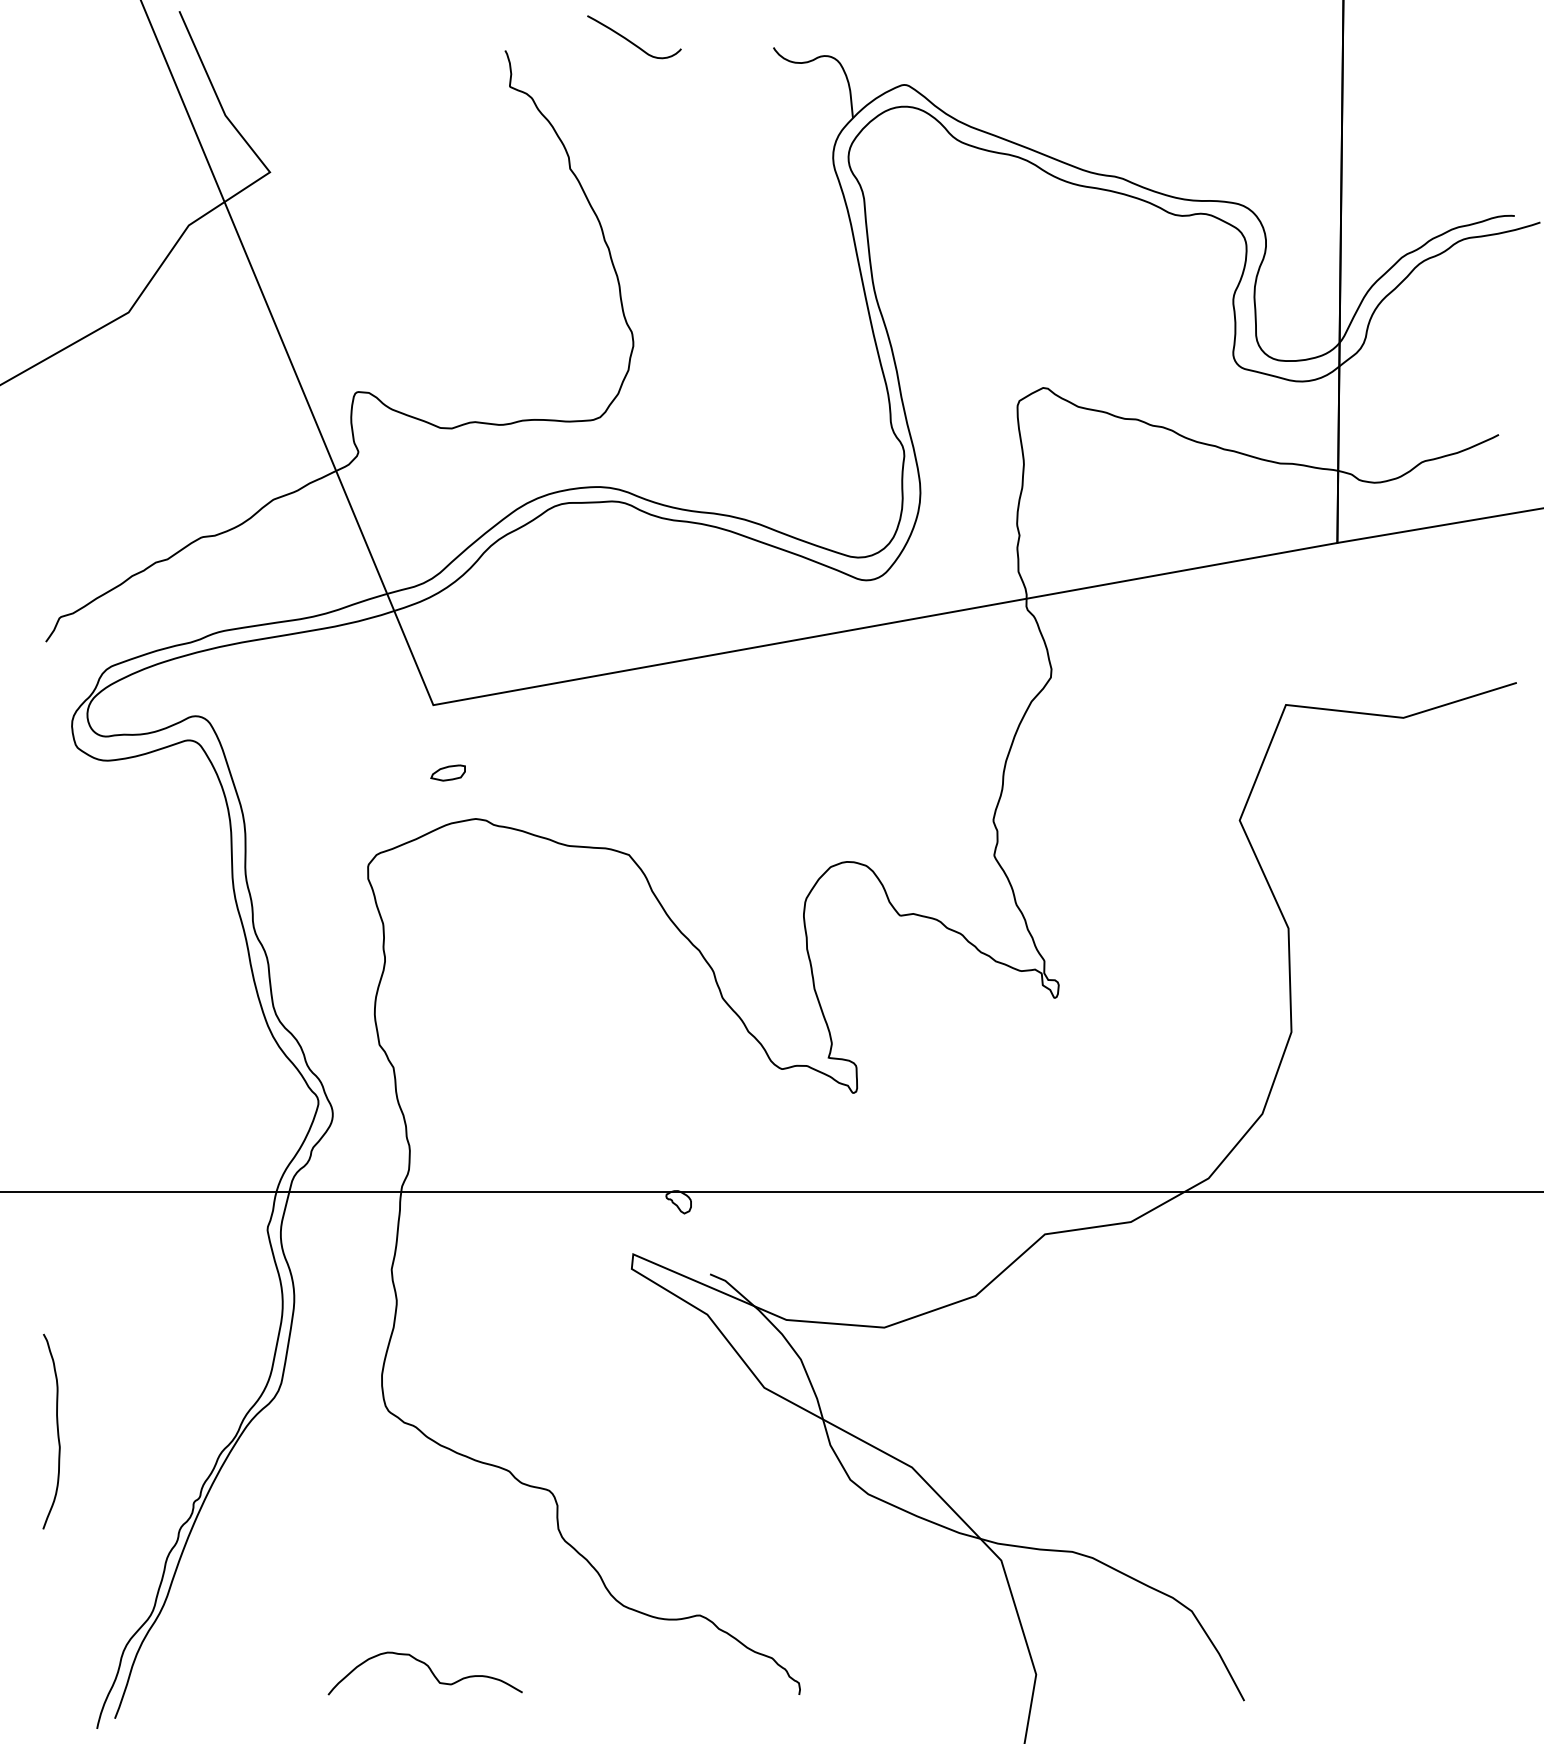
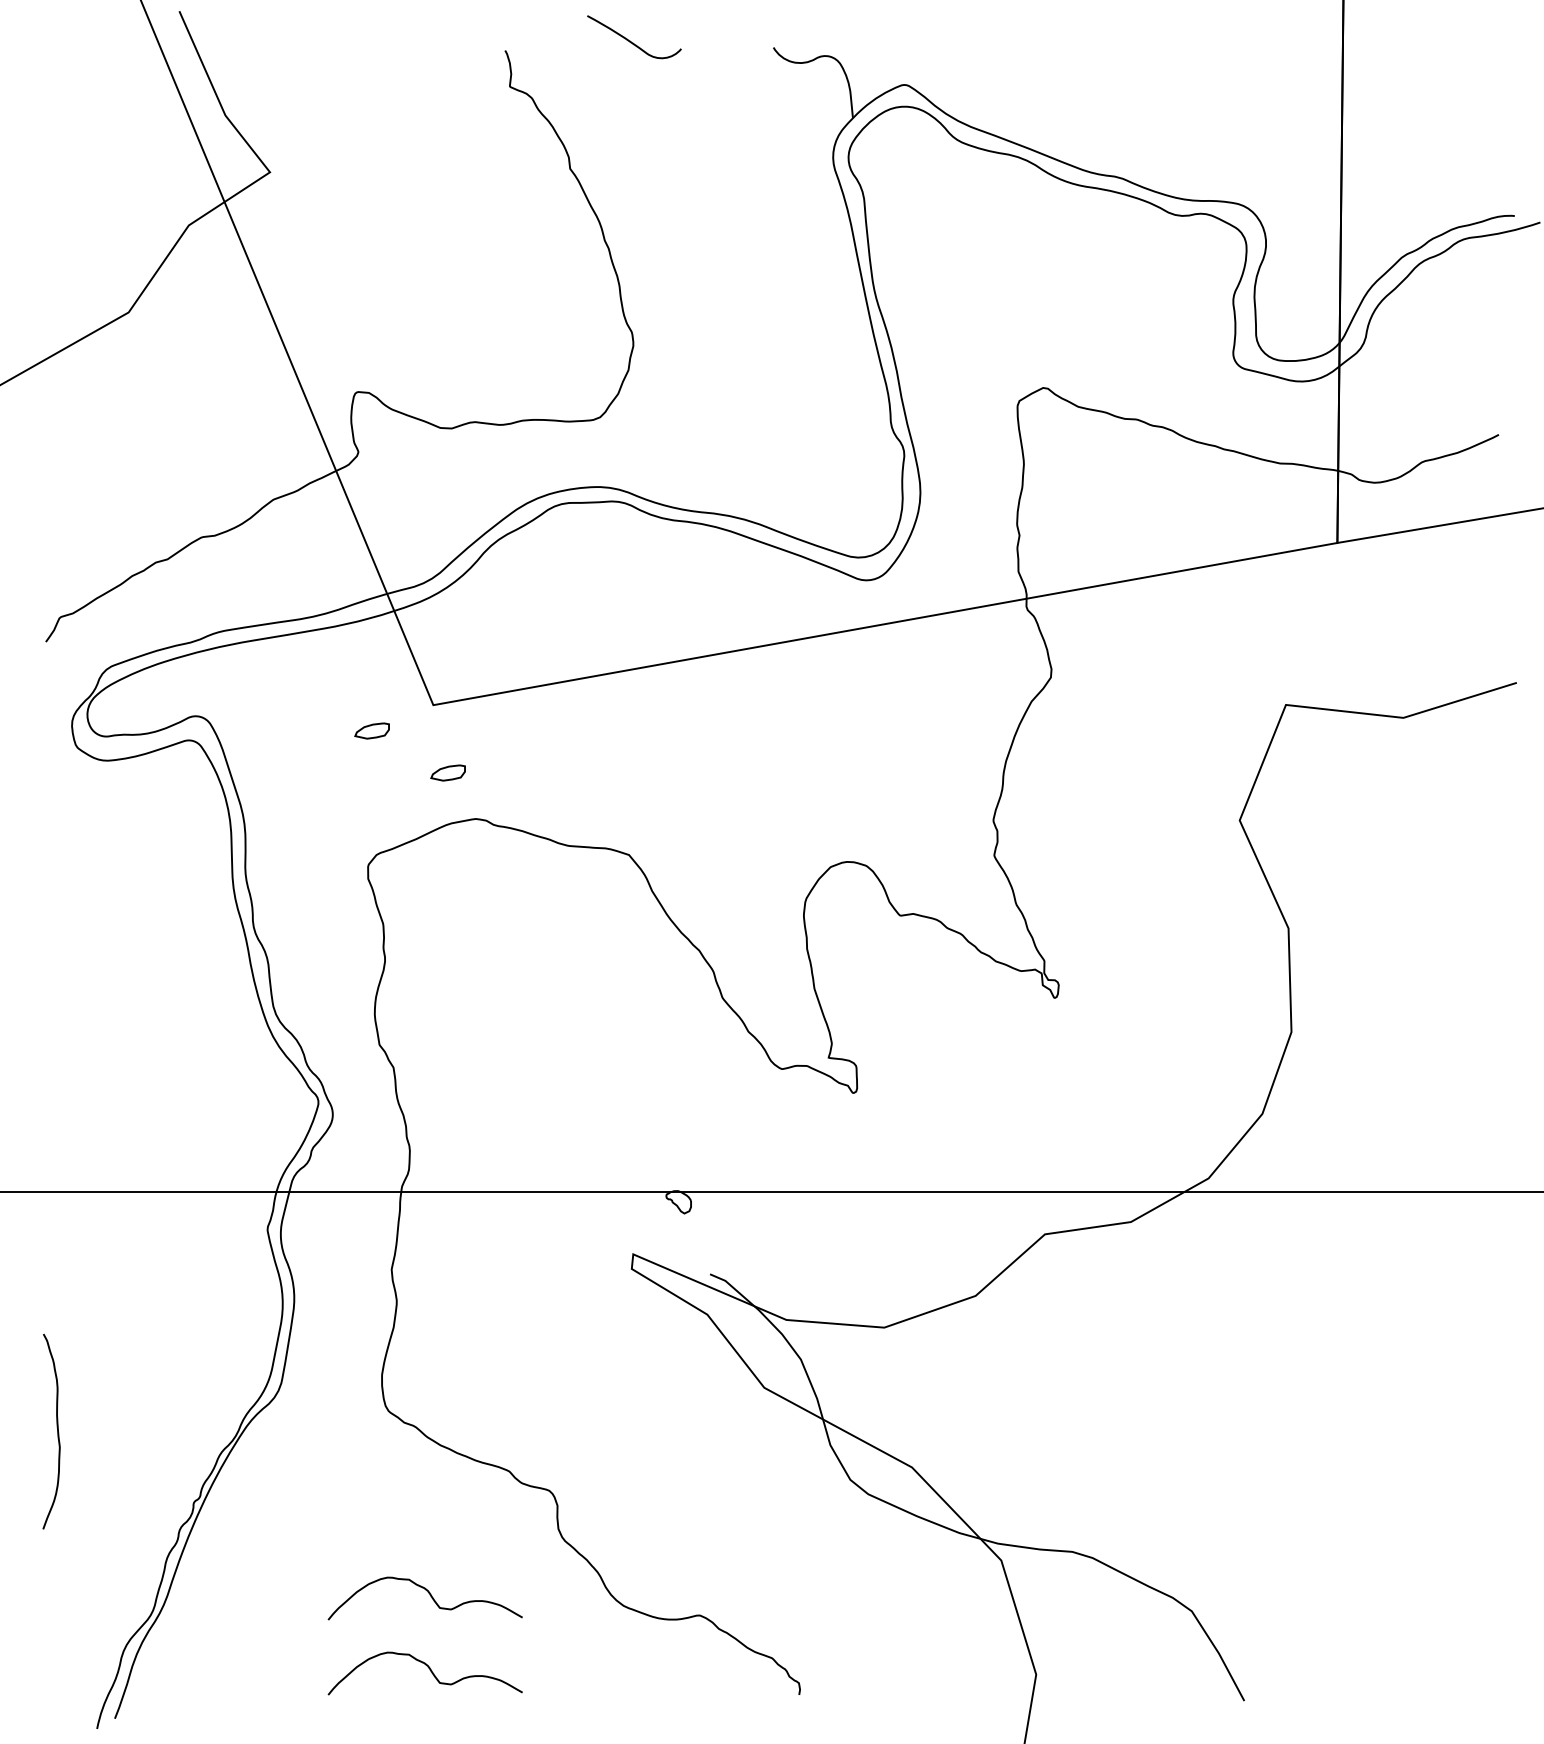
part at (371, 730): none -> present
curve at (429, 1595): none -> present
